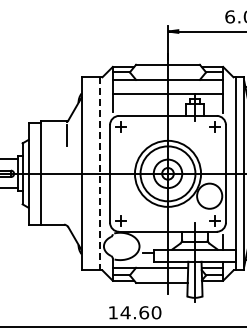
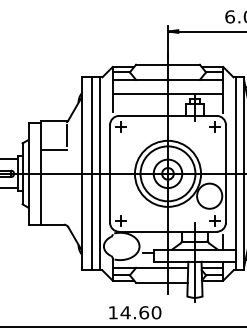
line at (53, 150): none -> present
line at (91, 173): none -> present
line at (99, 173): dashed -> solid
